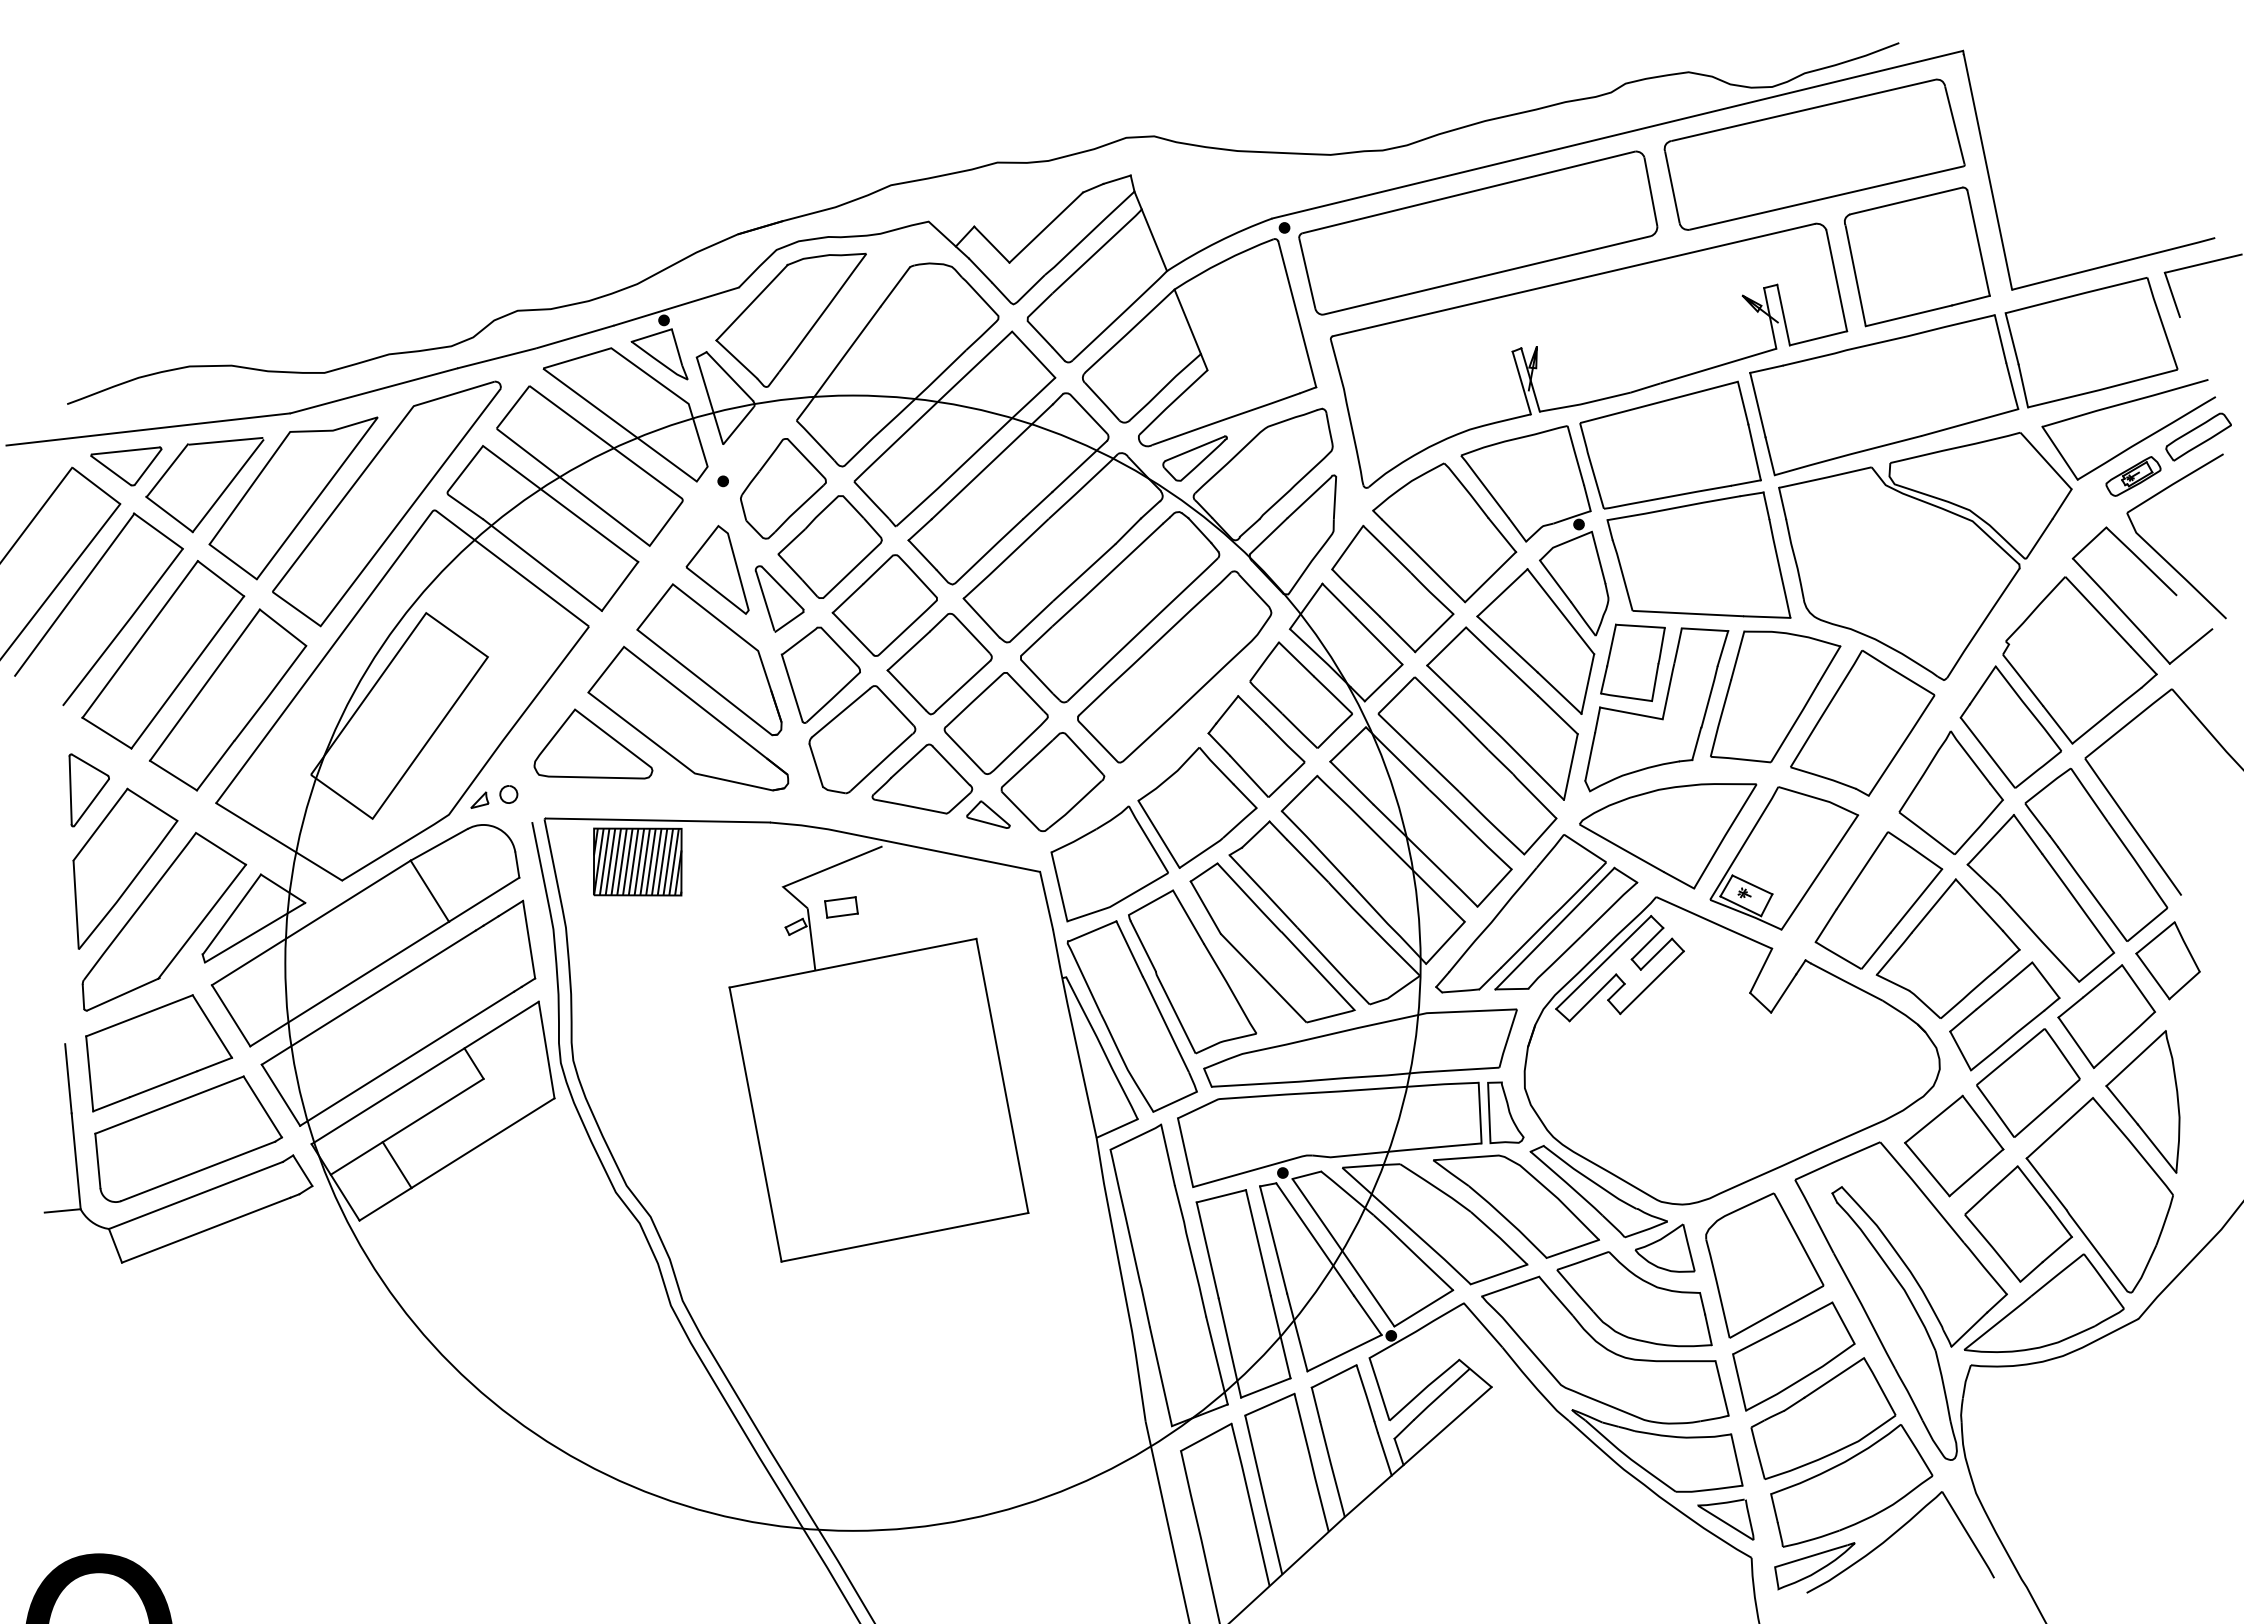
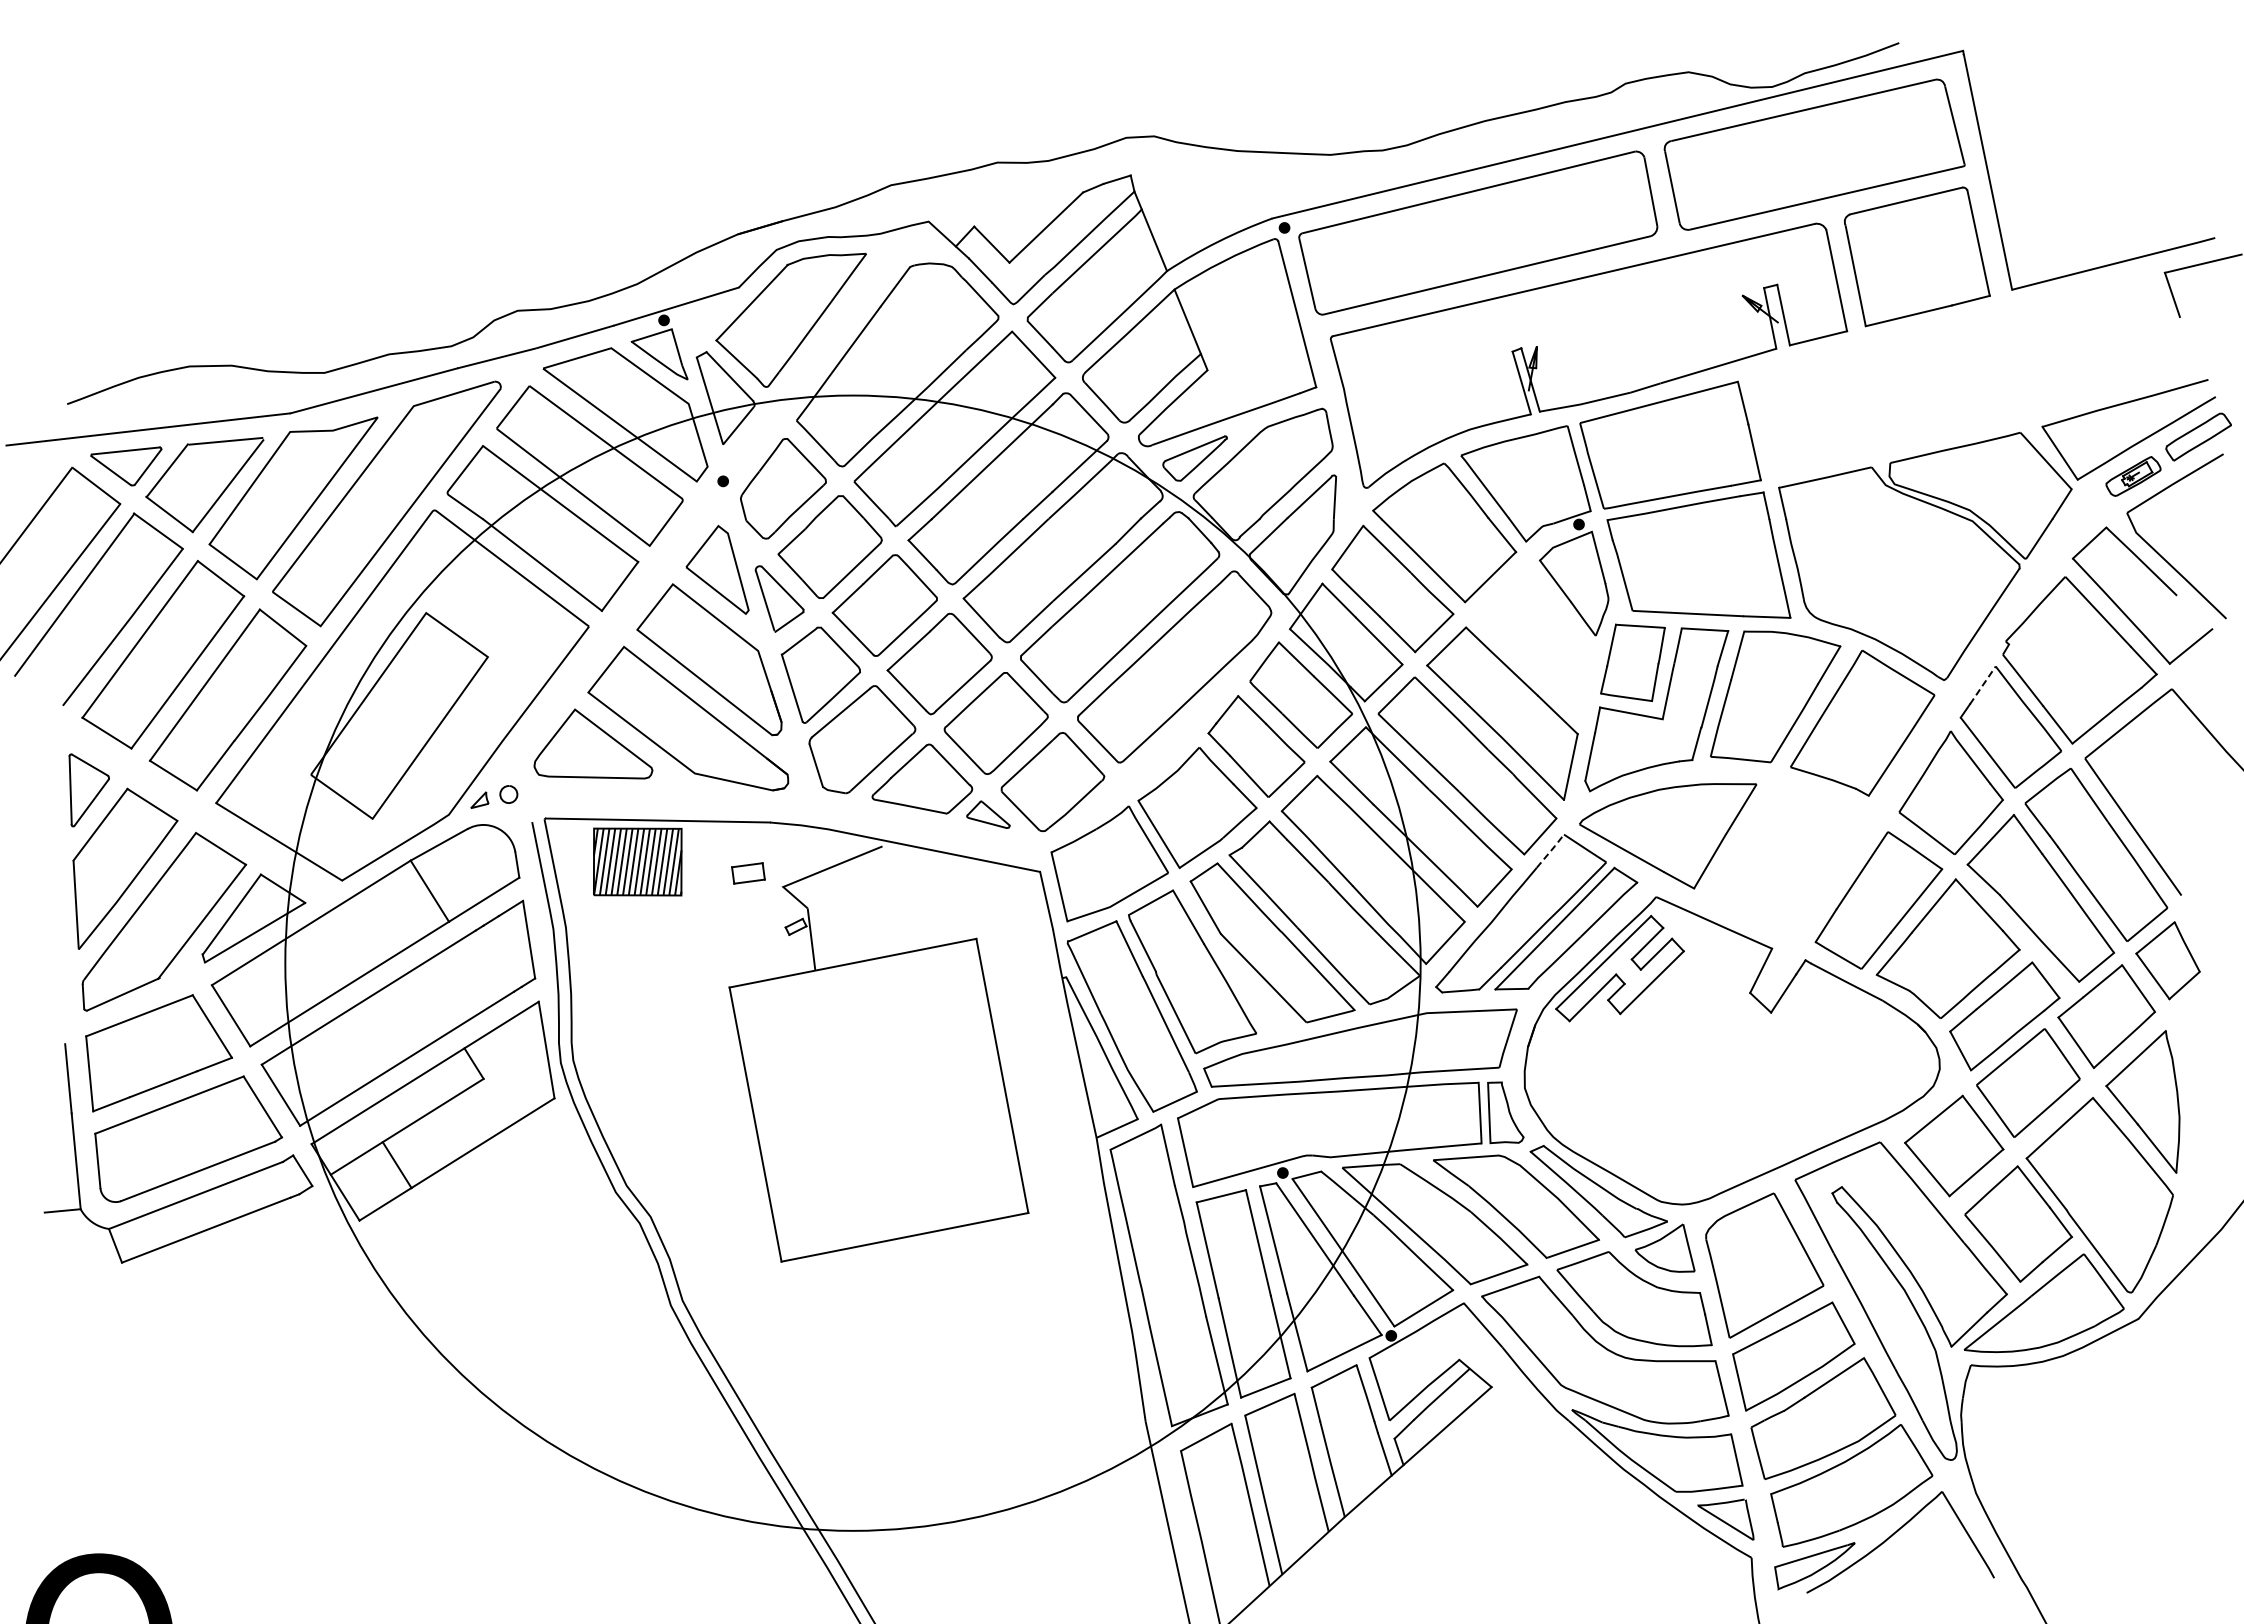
part at (1963, 376): present -> none
part at (1535, 641): present -> none
line at (1982, 685): solid -> dashed
line at (1551, 850): solid -> dashed
part at (1784, 858): present -> none
part at (841, 907) position: (841, 907) -> (748, 873)
